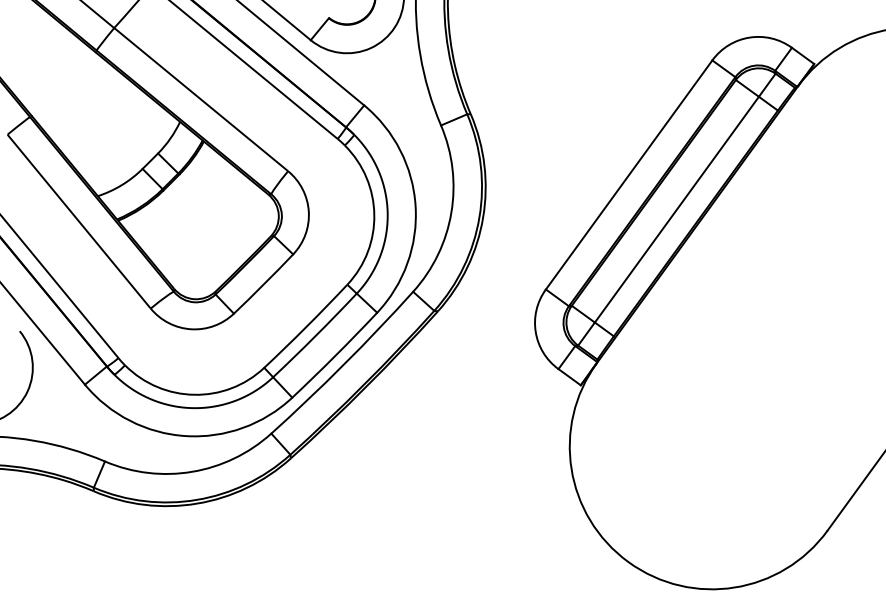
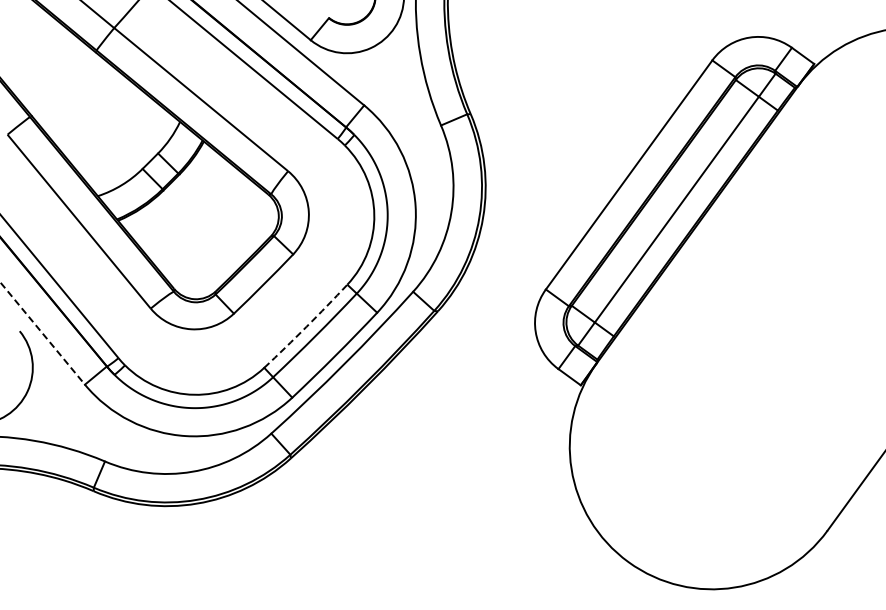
arc at (306, 326): solid -> dashed
line at (43, 333): solid -> dashed
